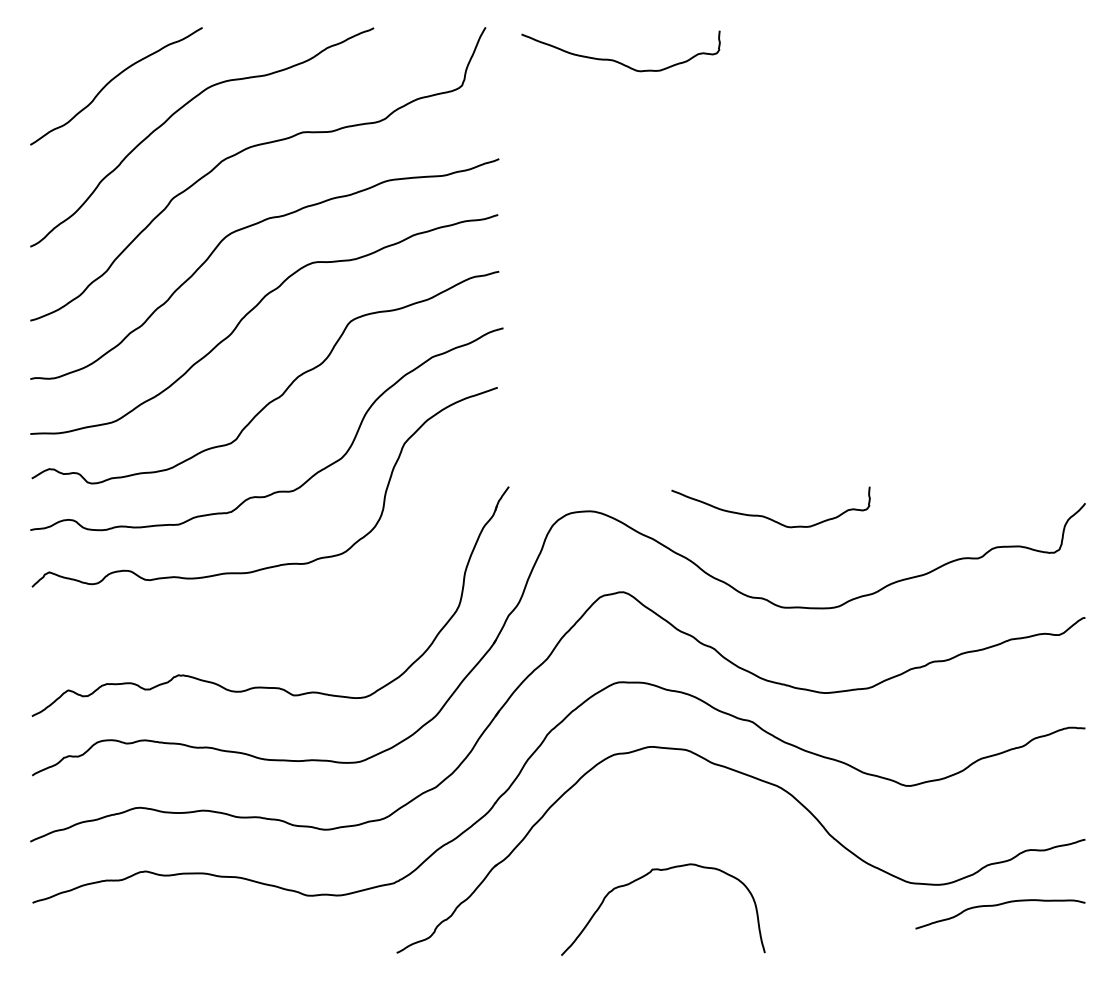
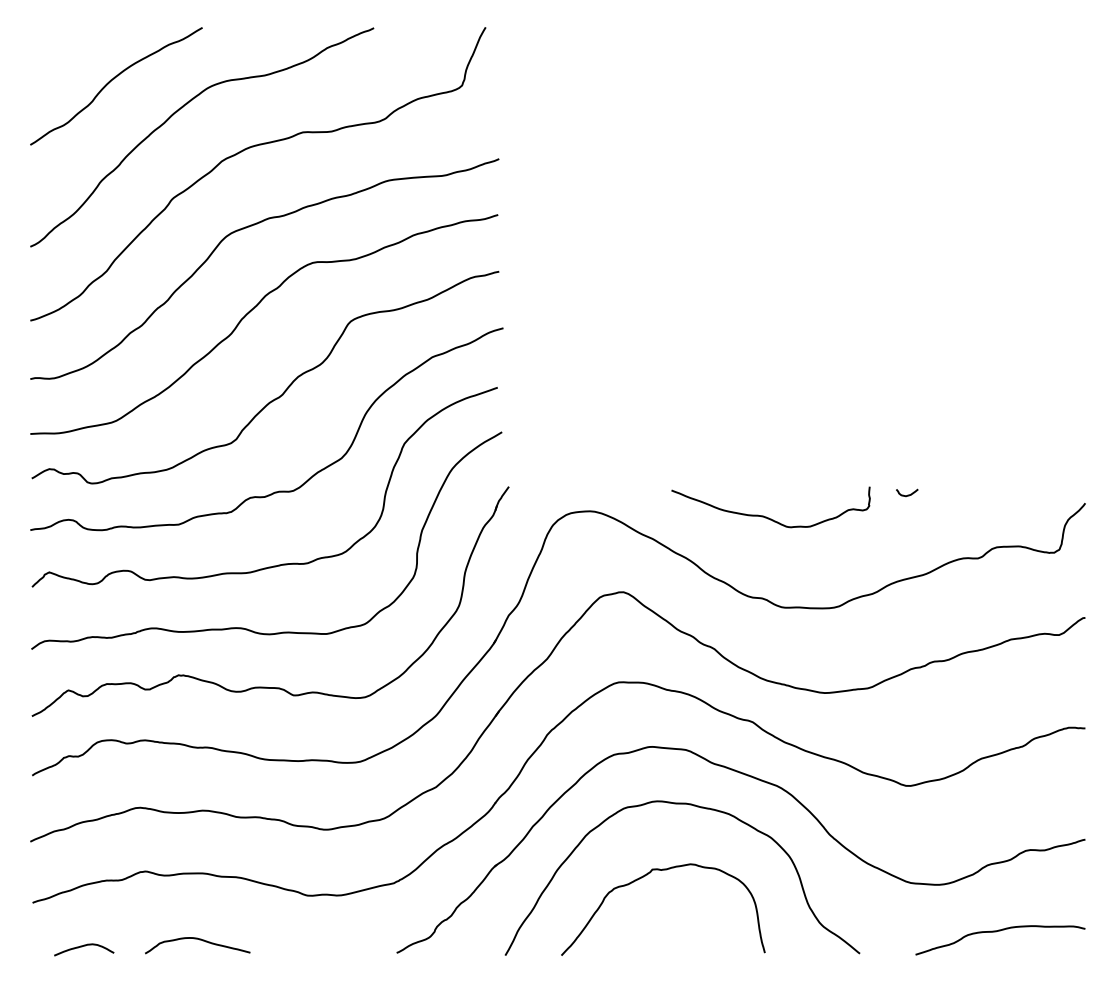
curve at (616, 60): present -> none
curve at (907, 494): none -> present
curve at (243, 627): none -> present
curve at (701, 808): none -> present
curve at (996, 906) position: (996, 906) -> (996, 932)
curve at (199, 940): none -> present
curve at (82, 947): none -> present
